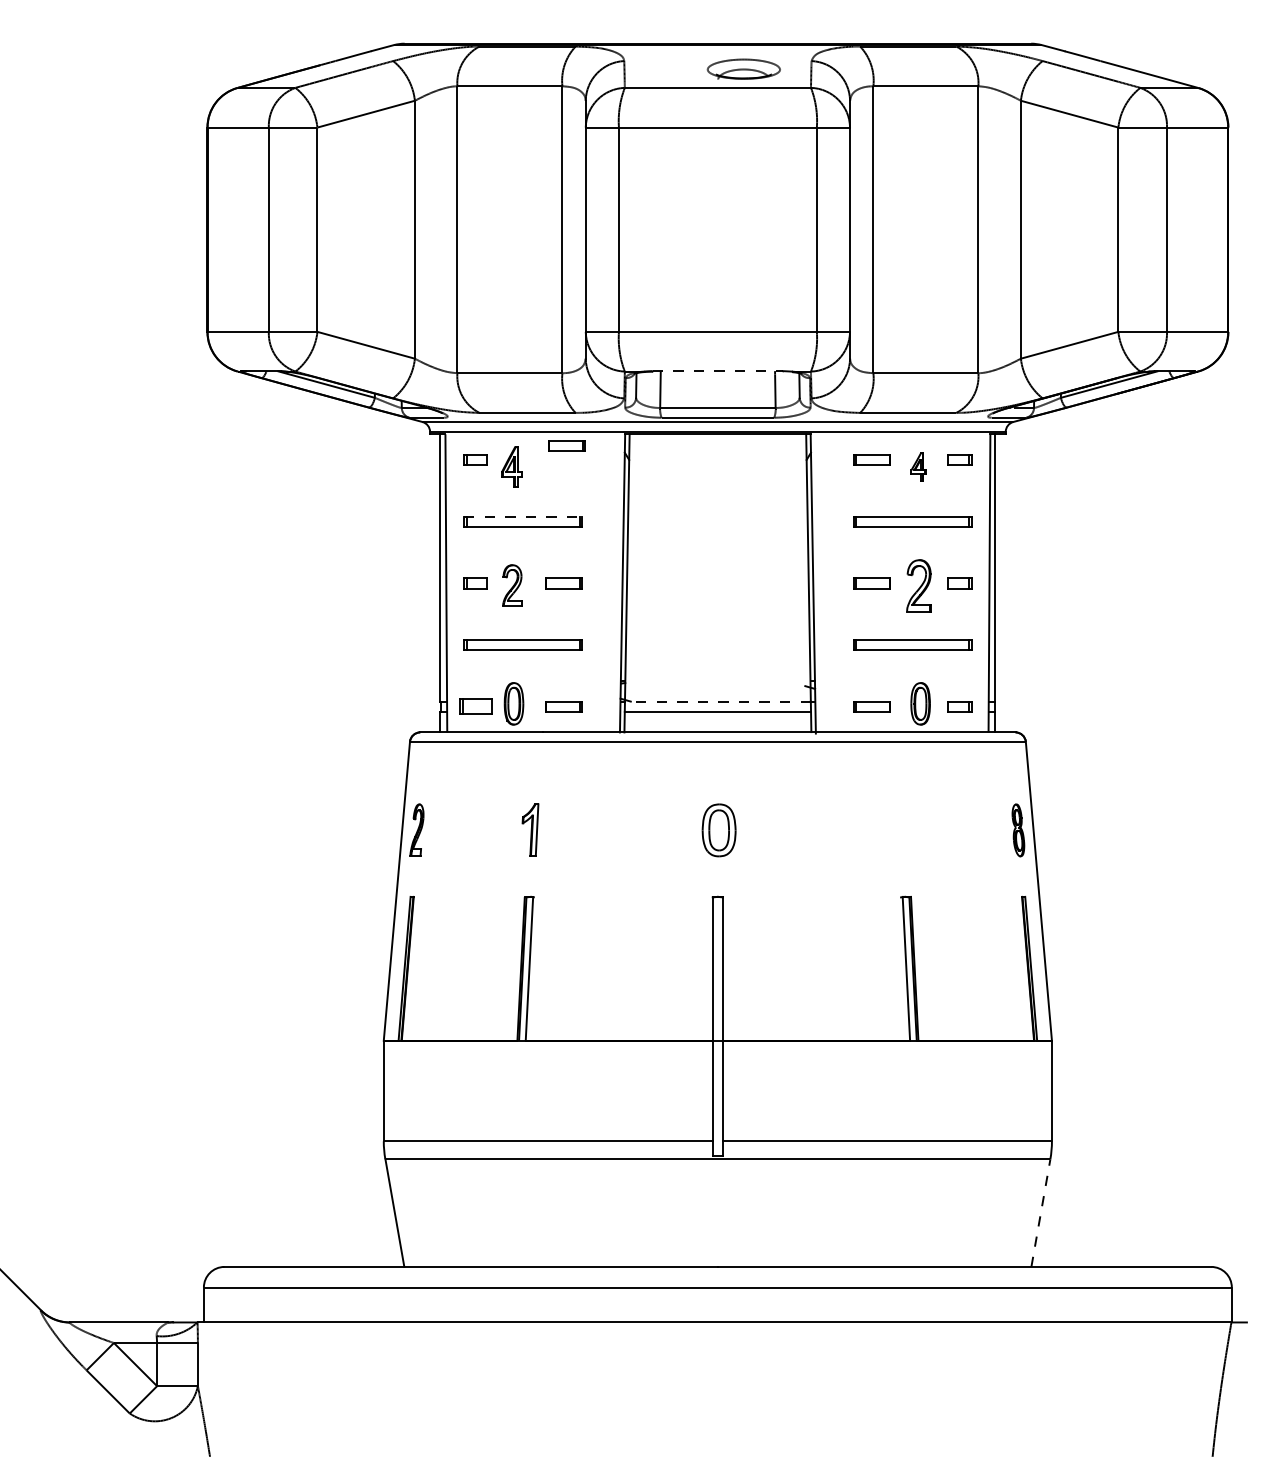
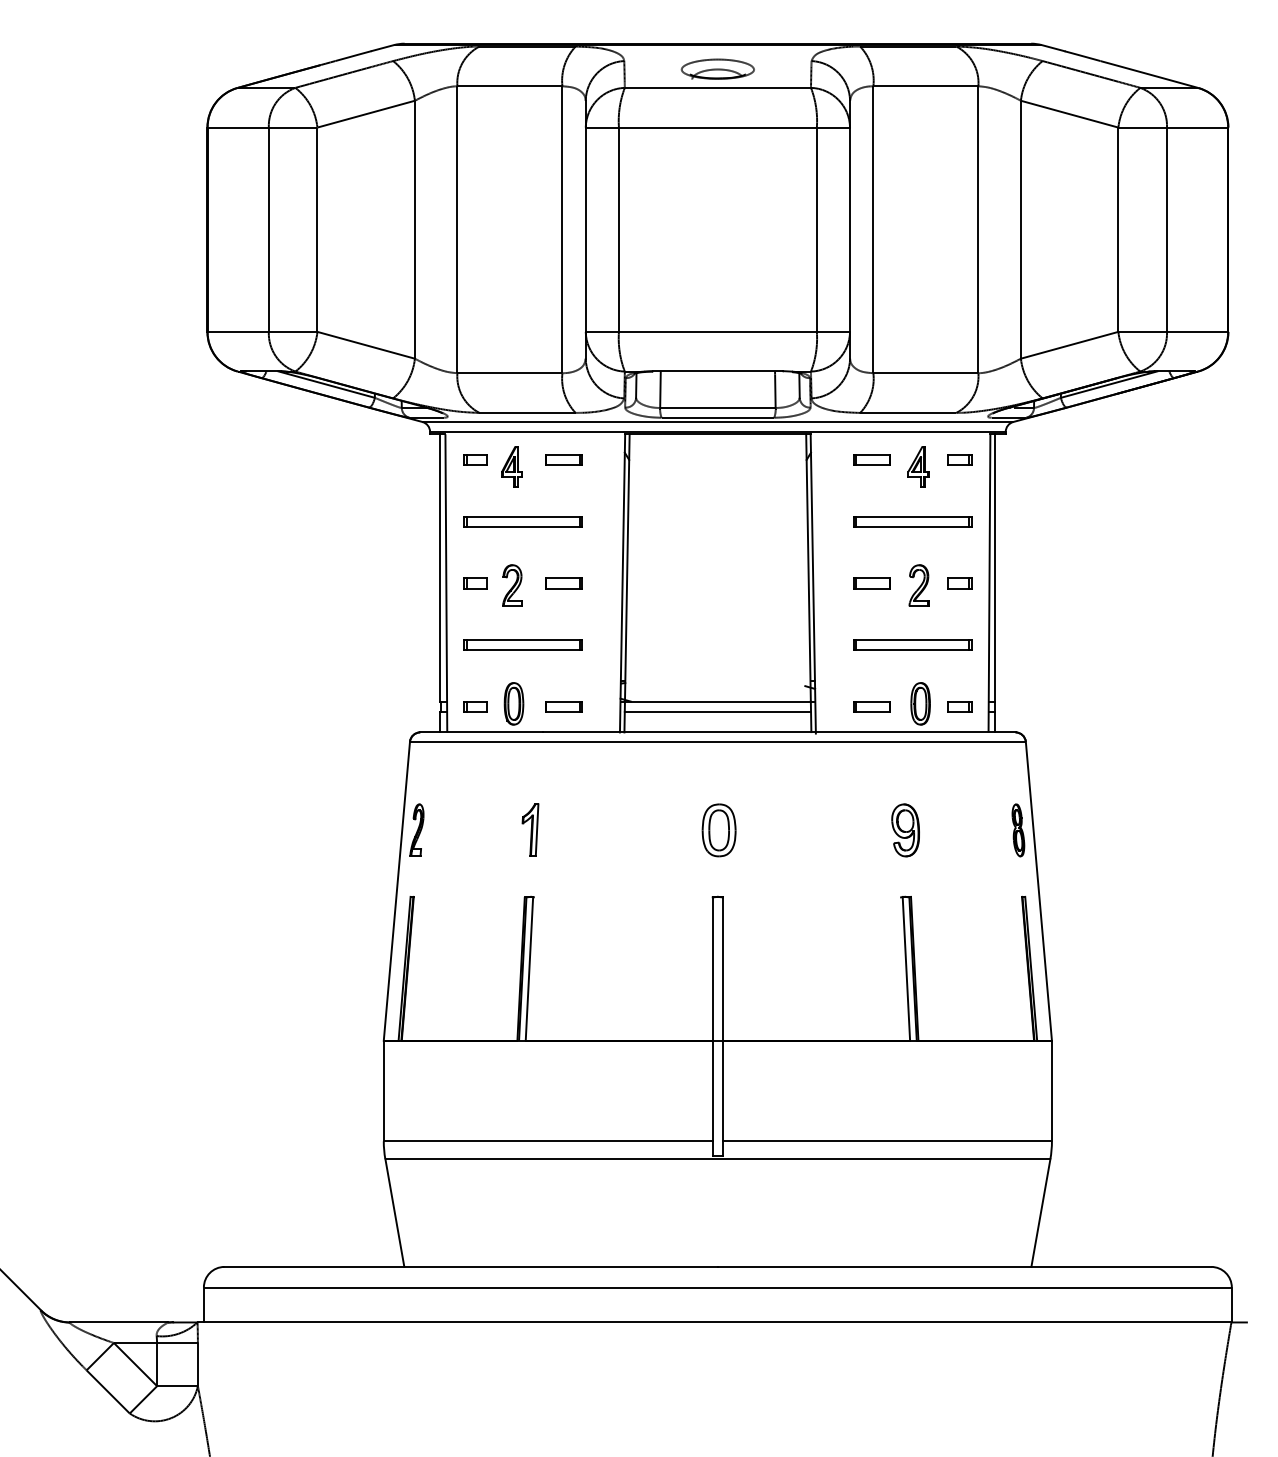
part at (743, 68) position: (743, 68) -> (717, 68)
line at (718, 371): dashed -> solid
part at (566, 445) position: (566, 445) -> (563, 459)
part at (918, 466) size: 17x30 px -> 23x42 px
line at (523, 516): dashed -> solid
part at (918, 585) size: 26x54 px -> 22x43 px
line at (717, 701): dashed -> solid
part at (475, 706) size: 34x17 px -> 25x12 px
part at (905, 830): none -> present
line at (1040, 1213): dashed -> solid
